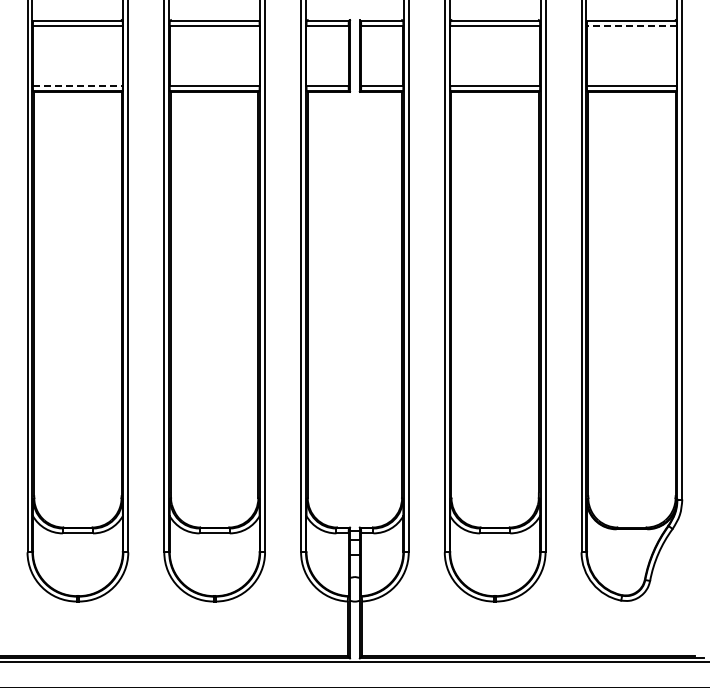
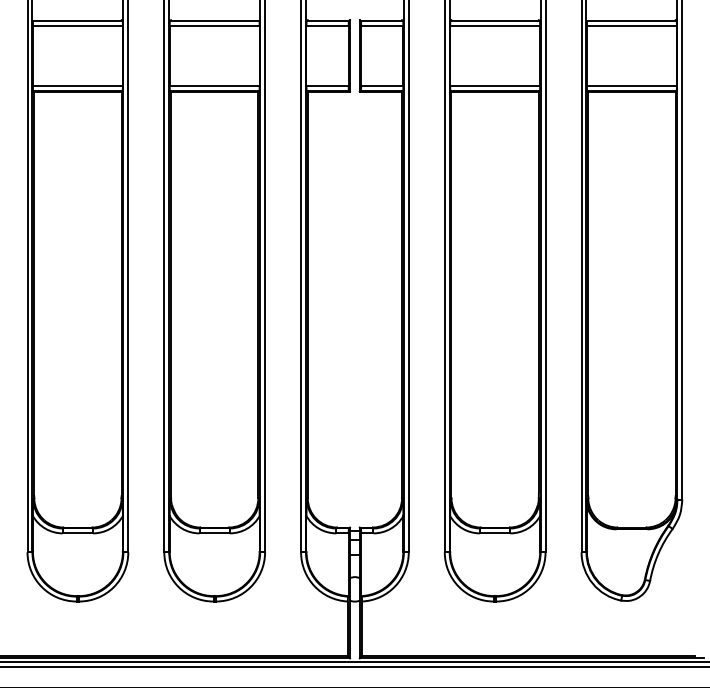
line at (631, 25): dashed -> solid
line at (77, 86): dashed -> solid
line at (354, 667): none -> present
